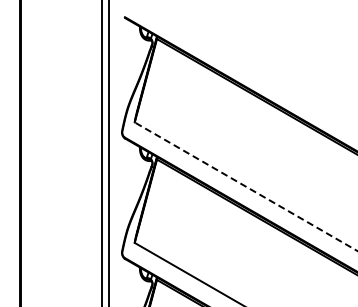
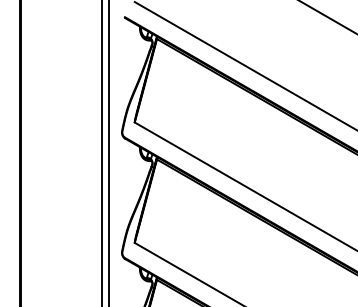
line at (327, 17): none -> present
line at (244, 65): none -> present
line at (245, 186): dashed -> solid
